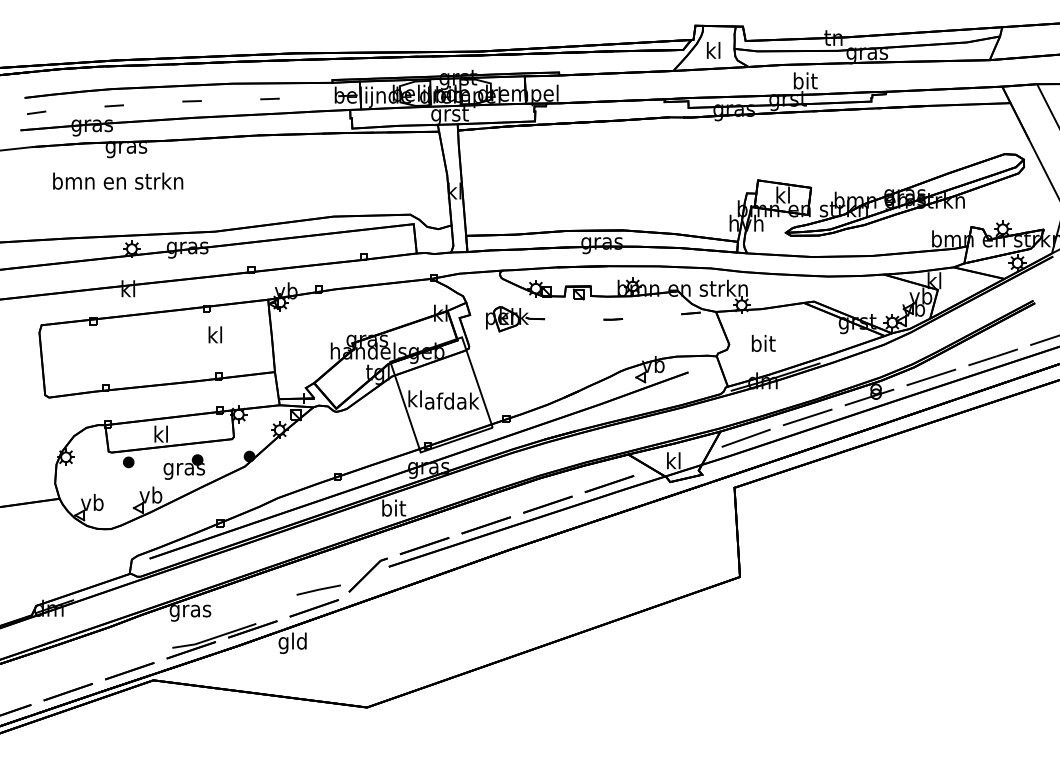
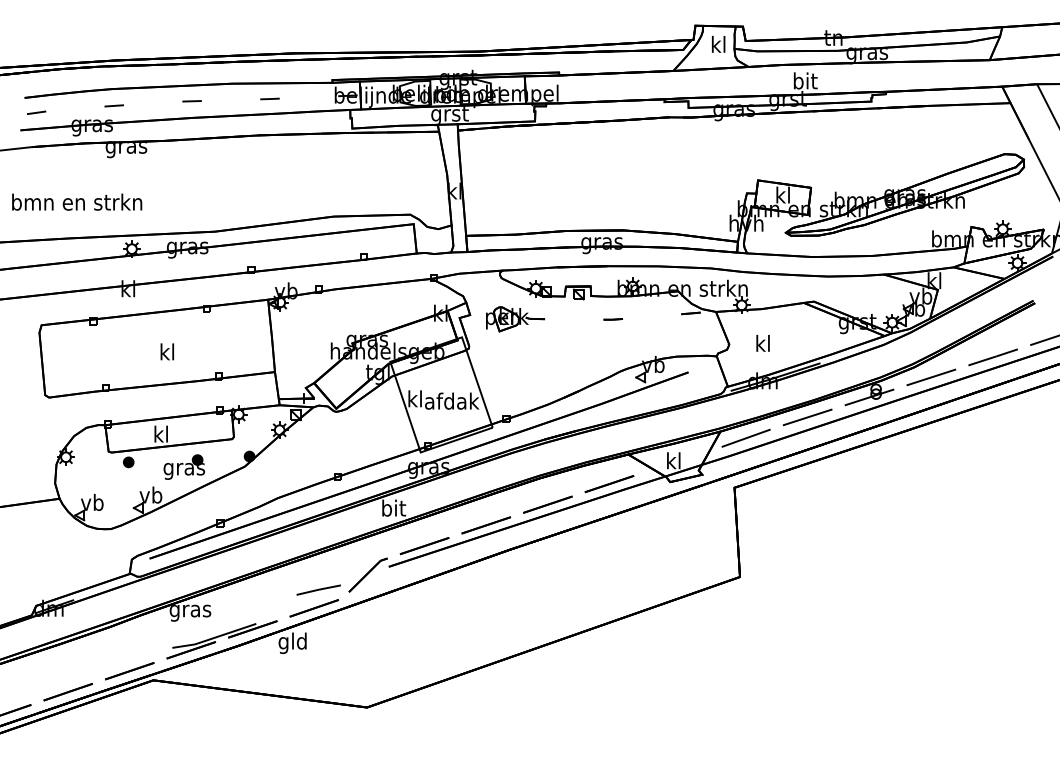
text at (713, 50) position: (713, 50) -> (718, 44)
text at (118, 180) position: (118, 180) -> (77, 201)
text at (214, 334) position: (214, 334) -> (166, 351)
text at (763, 342): bit -> kl
